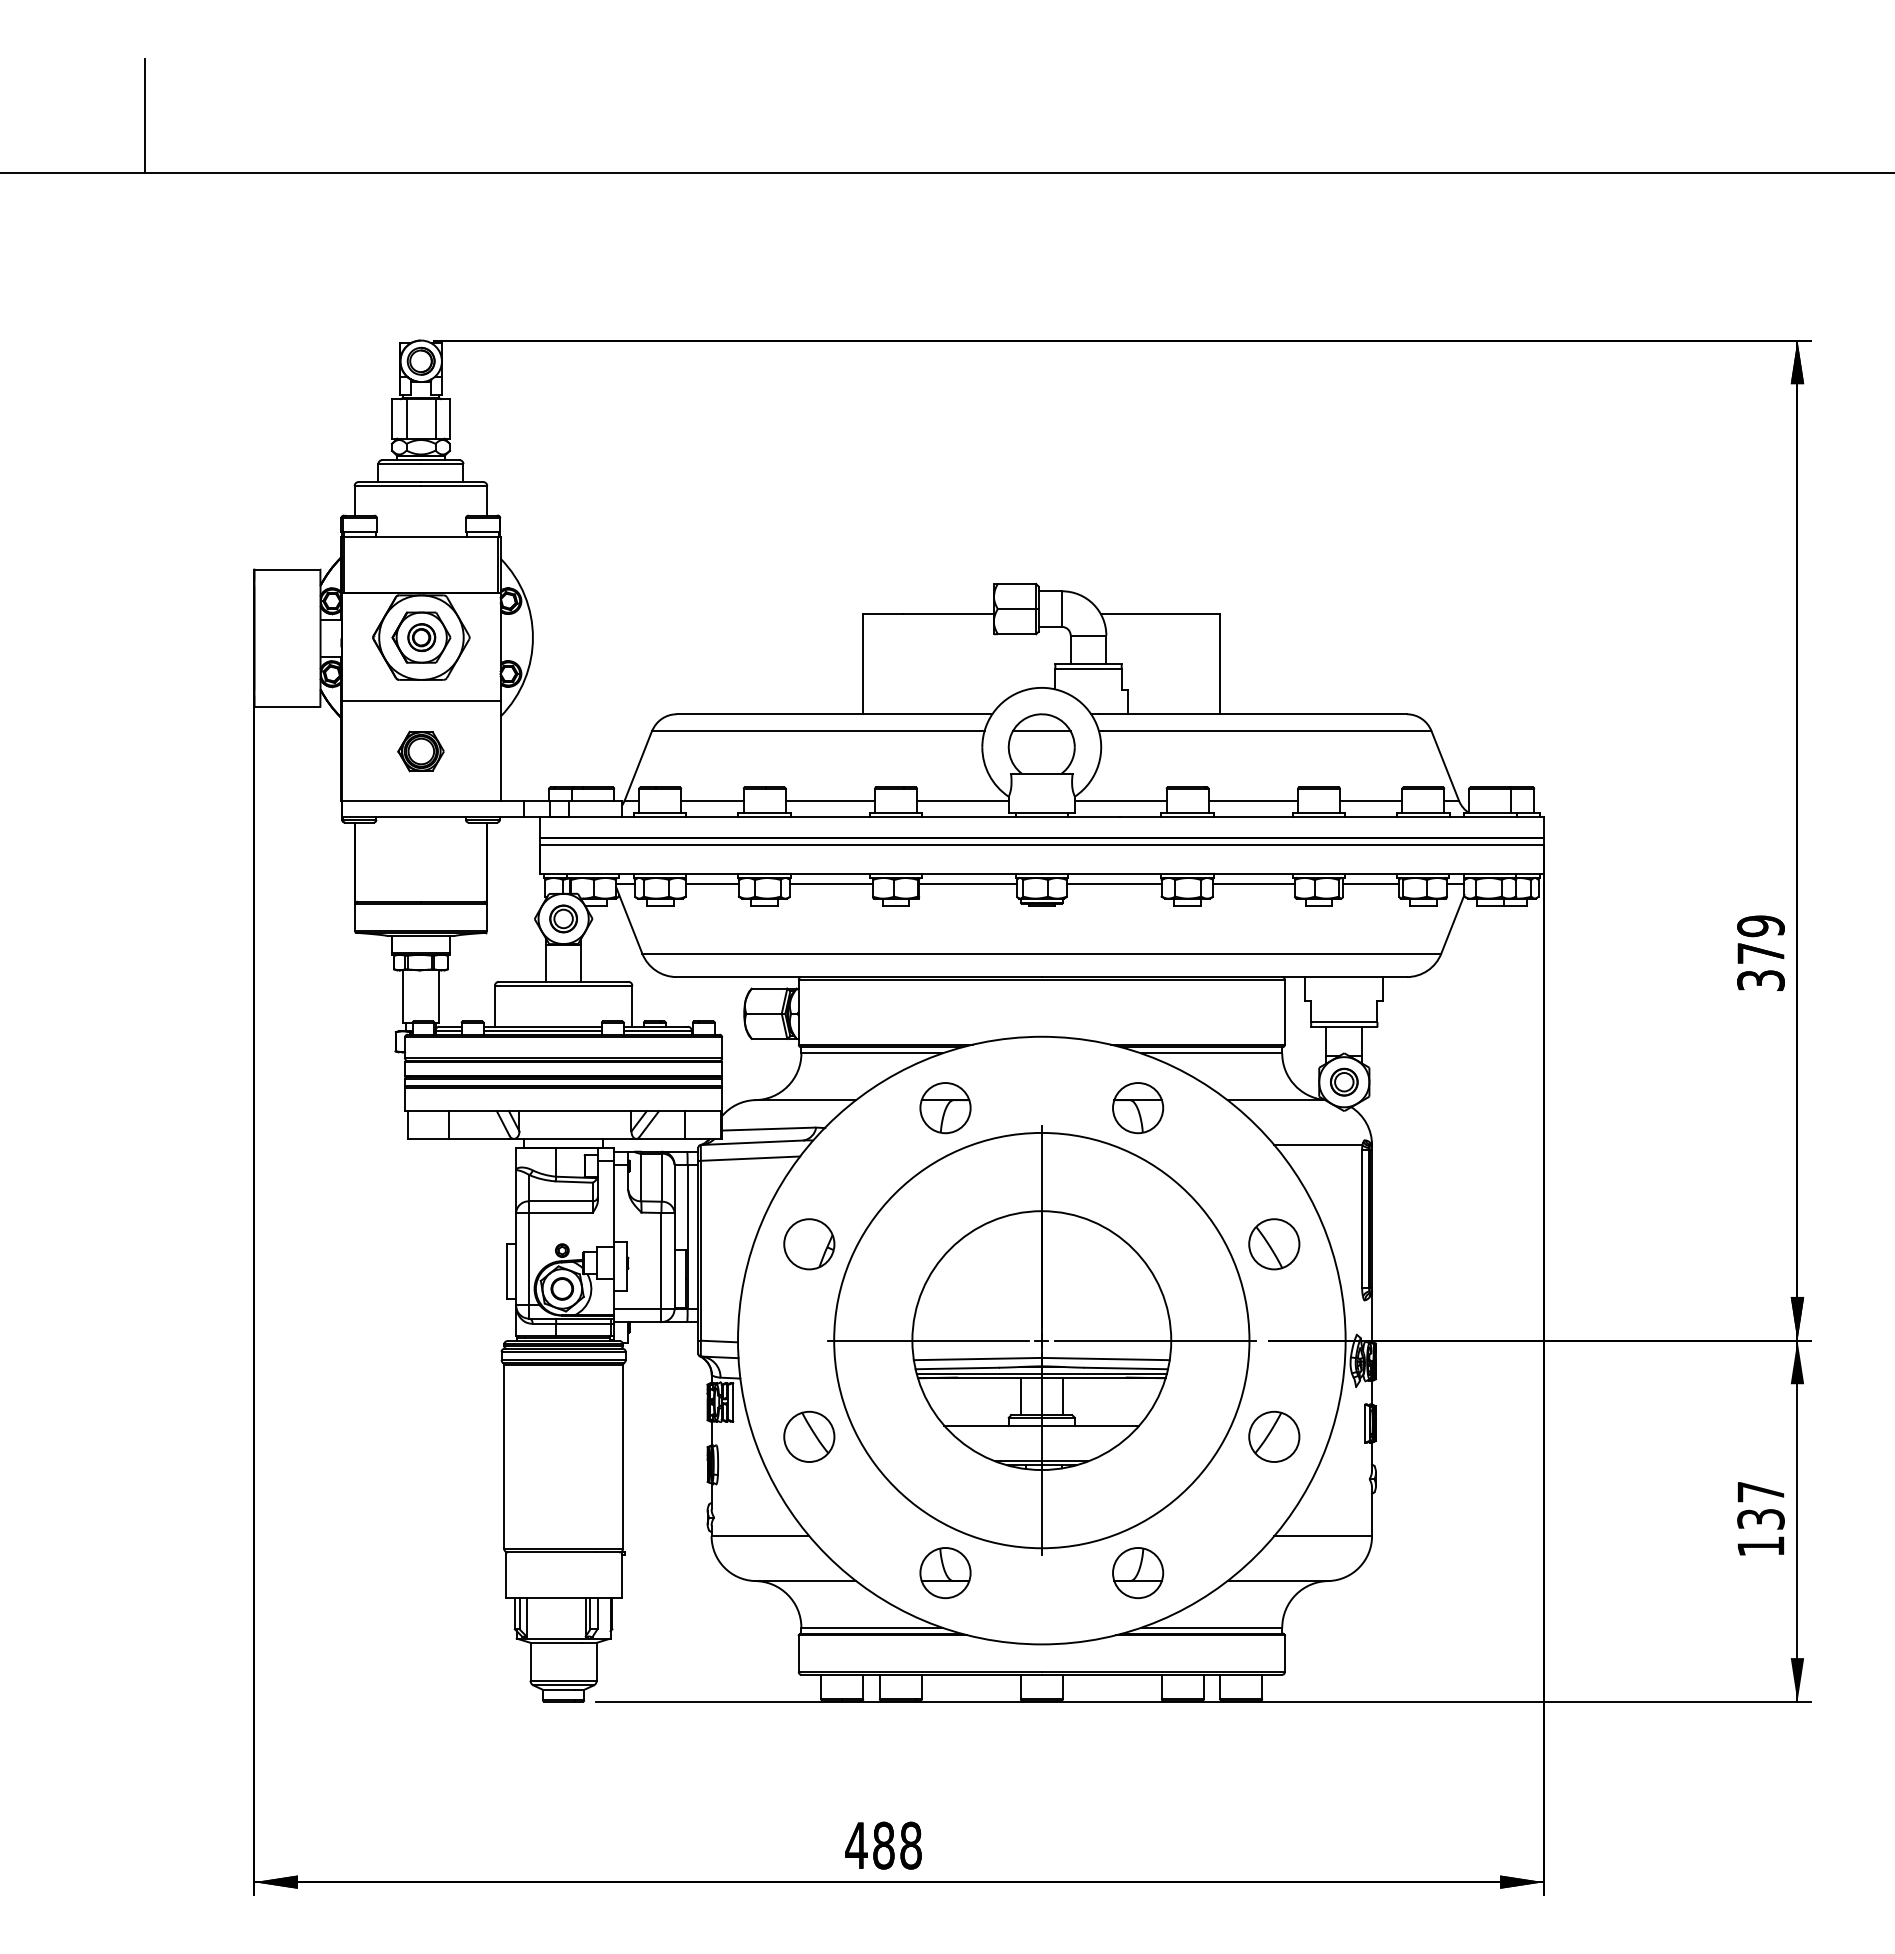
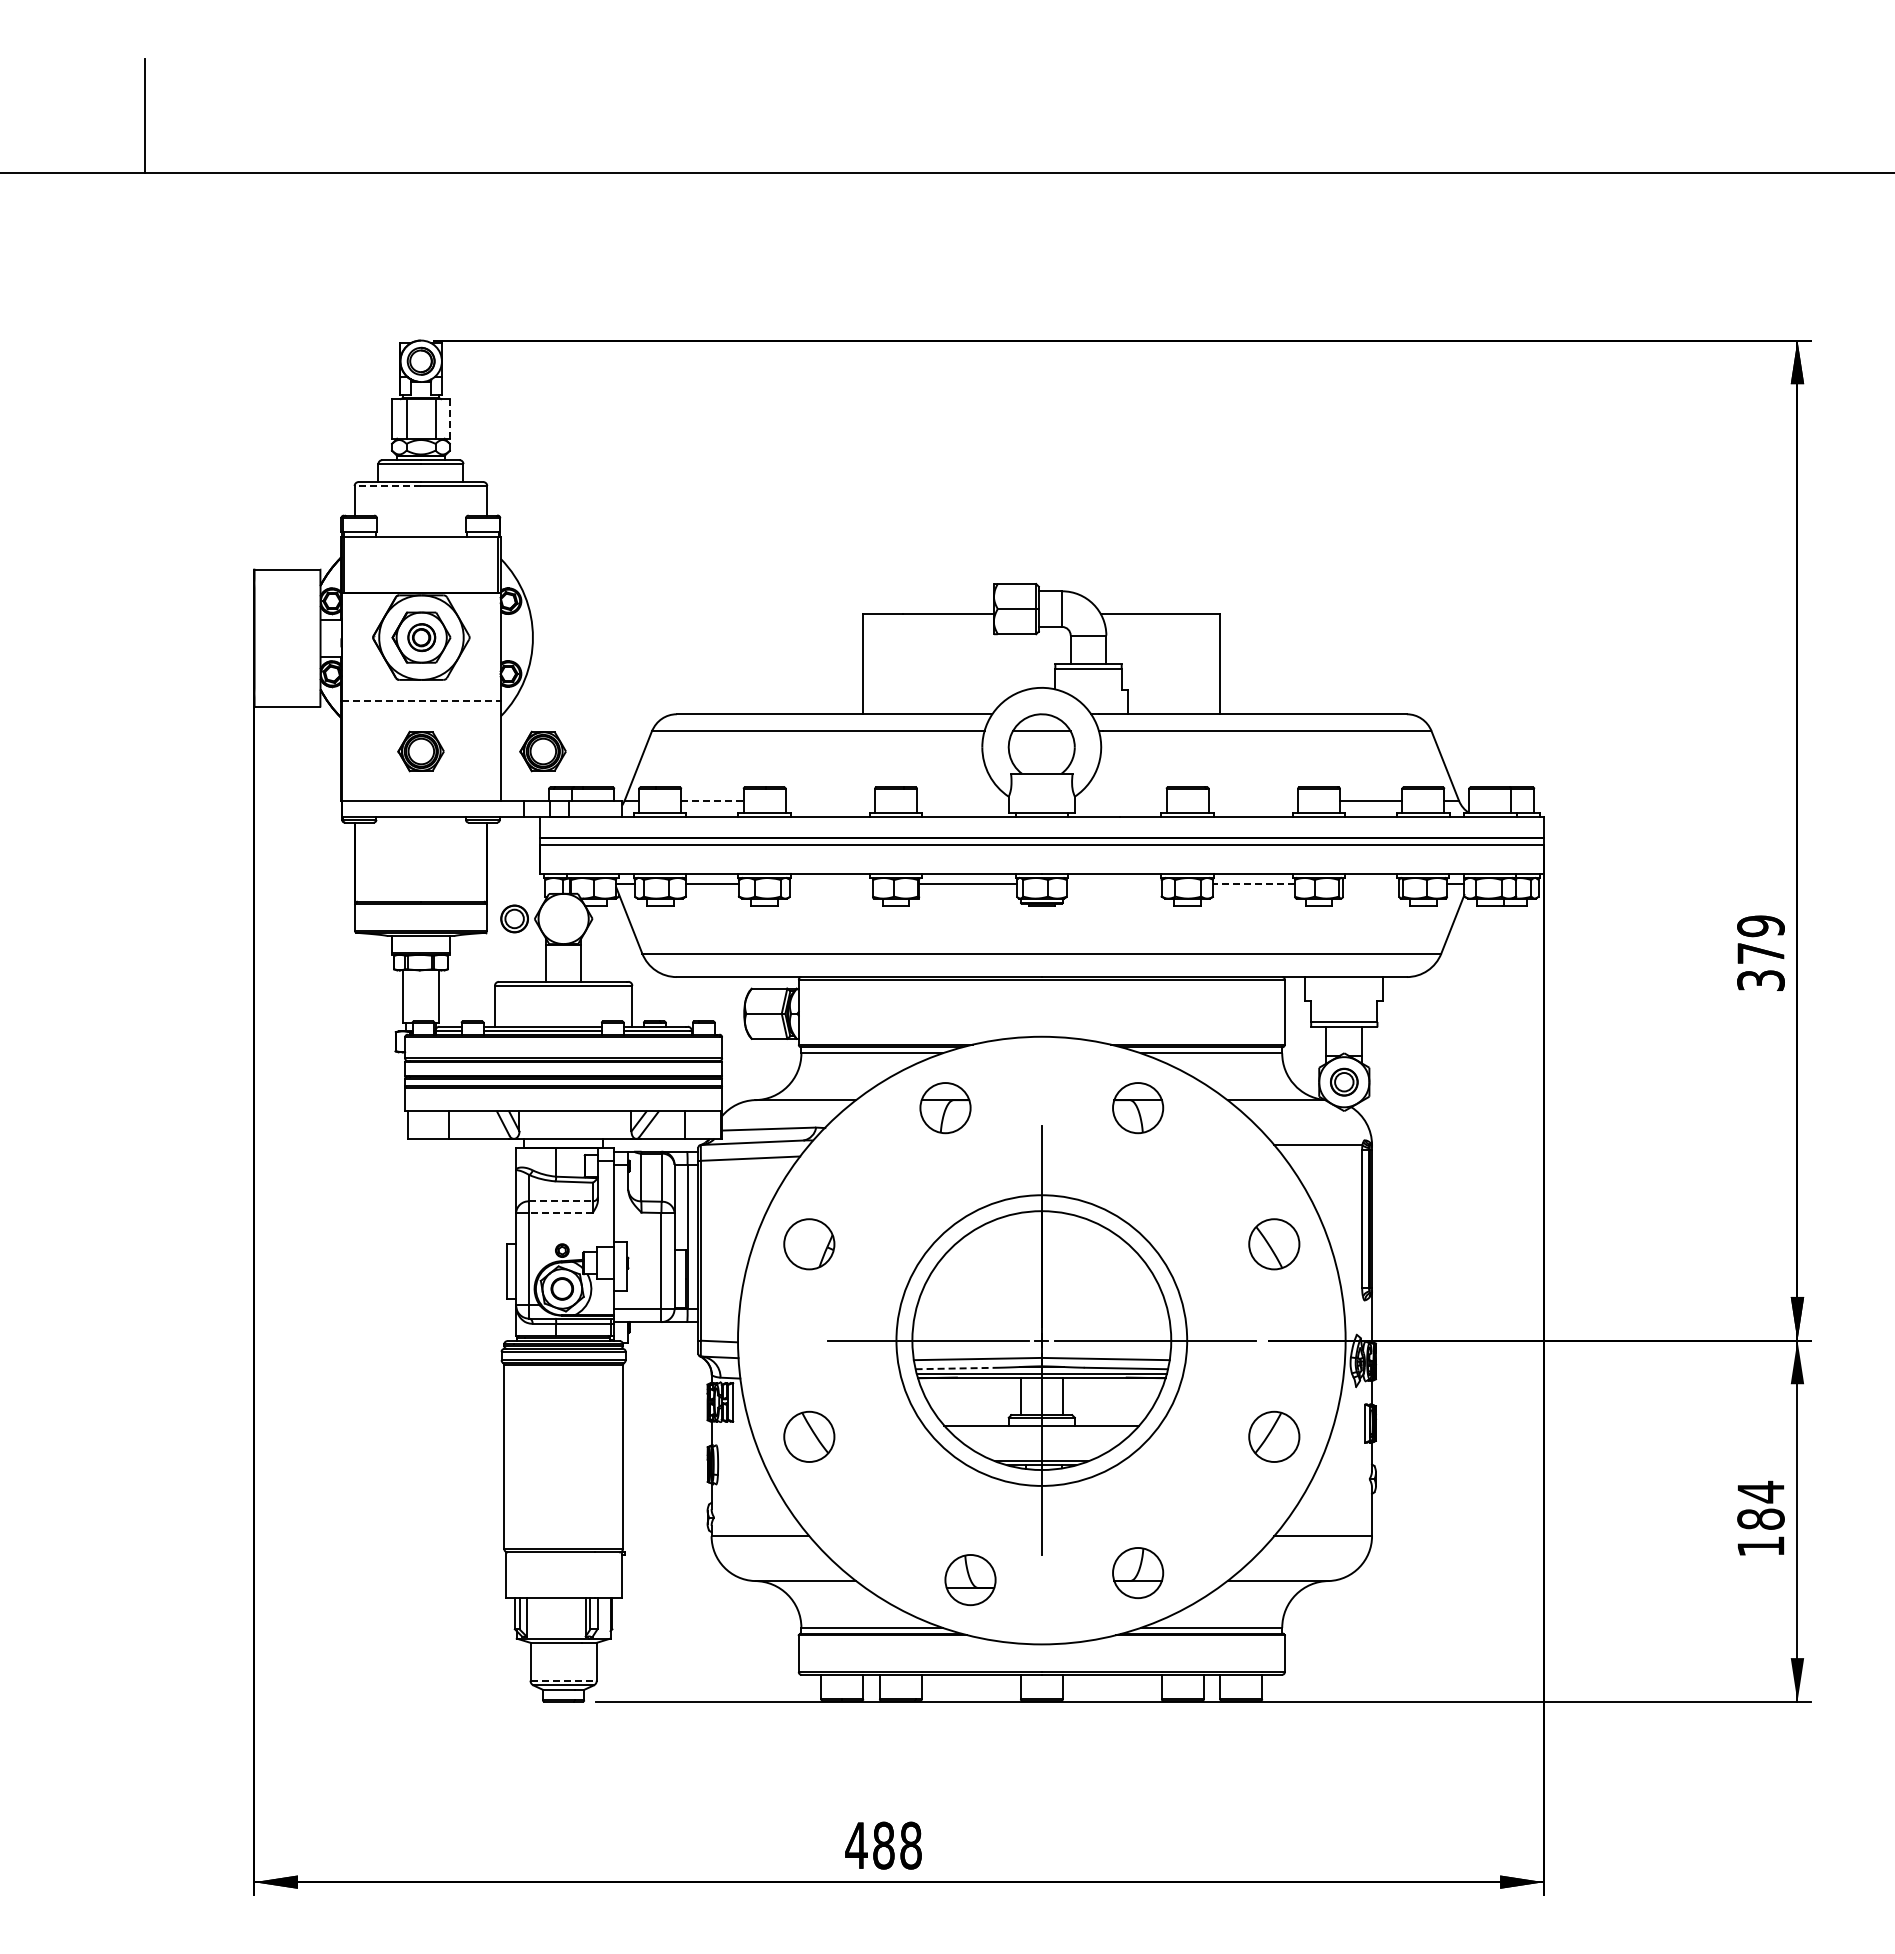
line at (450, 418): solid -> dashed
line at (387, 486): solid -> dashed
line at (421, 701): solid -> dashed
part at (542, 751): none -> present
line at (712, 800): solid -> dashed
line at (830, 800): present -> none
line at (962, 800): present -> none
line at (1120, 800): present -> none
line at (1253, 800): present -> none
line at (831, 884): present -> none
line at (1113, 884): present -> none
line at (1254, 884): solid -> dashed
line at (1371, 884): present -> none
part at (563, 918) position: (563, 918) -> (514, 918)
line at (561, 1201): solid -> dashed
line at (561, 1213): solid -> dashed
circle at (1041, 1340) diameter: 415 px -> 291 px
line at (957, 1368): solid -> dashed
text at (1760, 1504): 137 -> 184
part at (945, 1573) position: (945, 1573) -> (970, 1580)
line at (564, 1680): solid -> dashed
